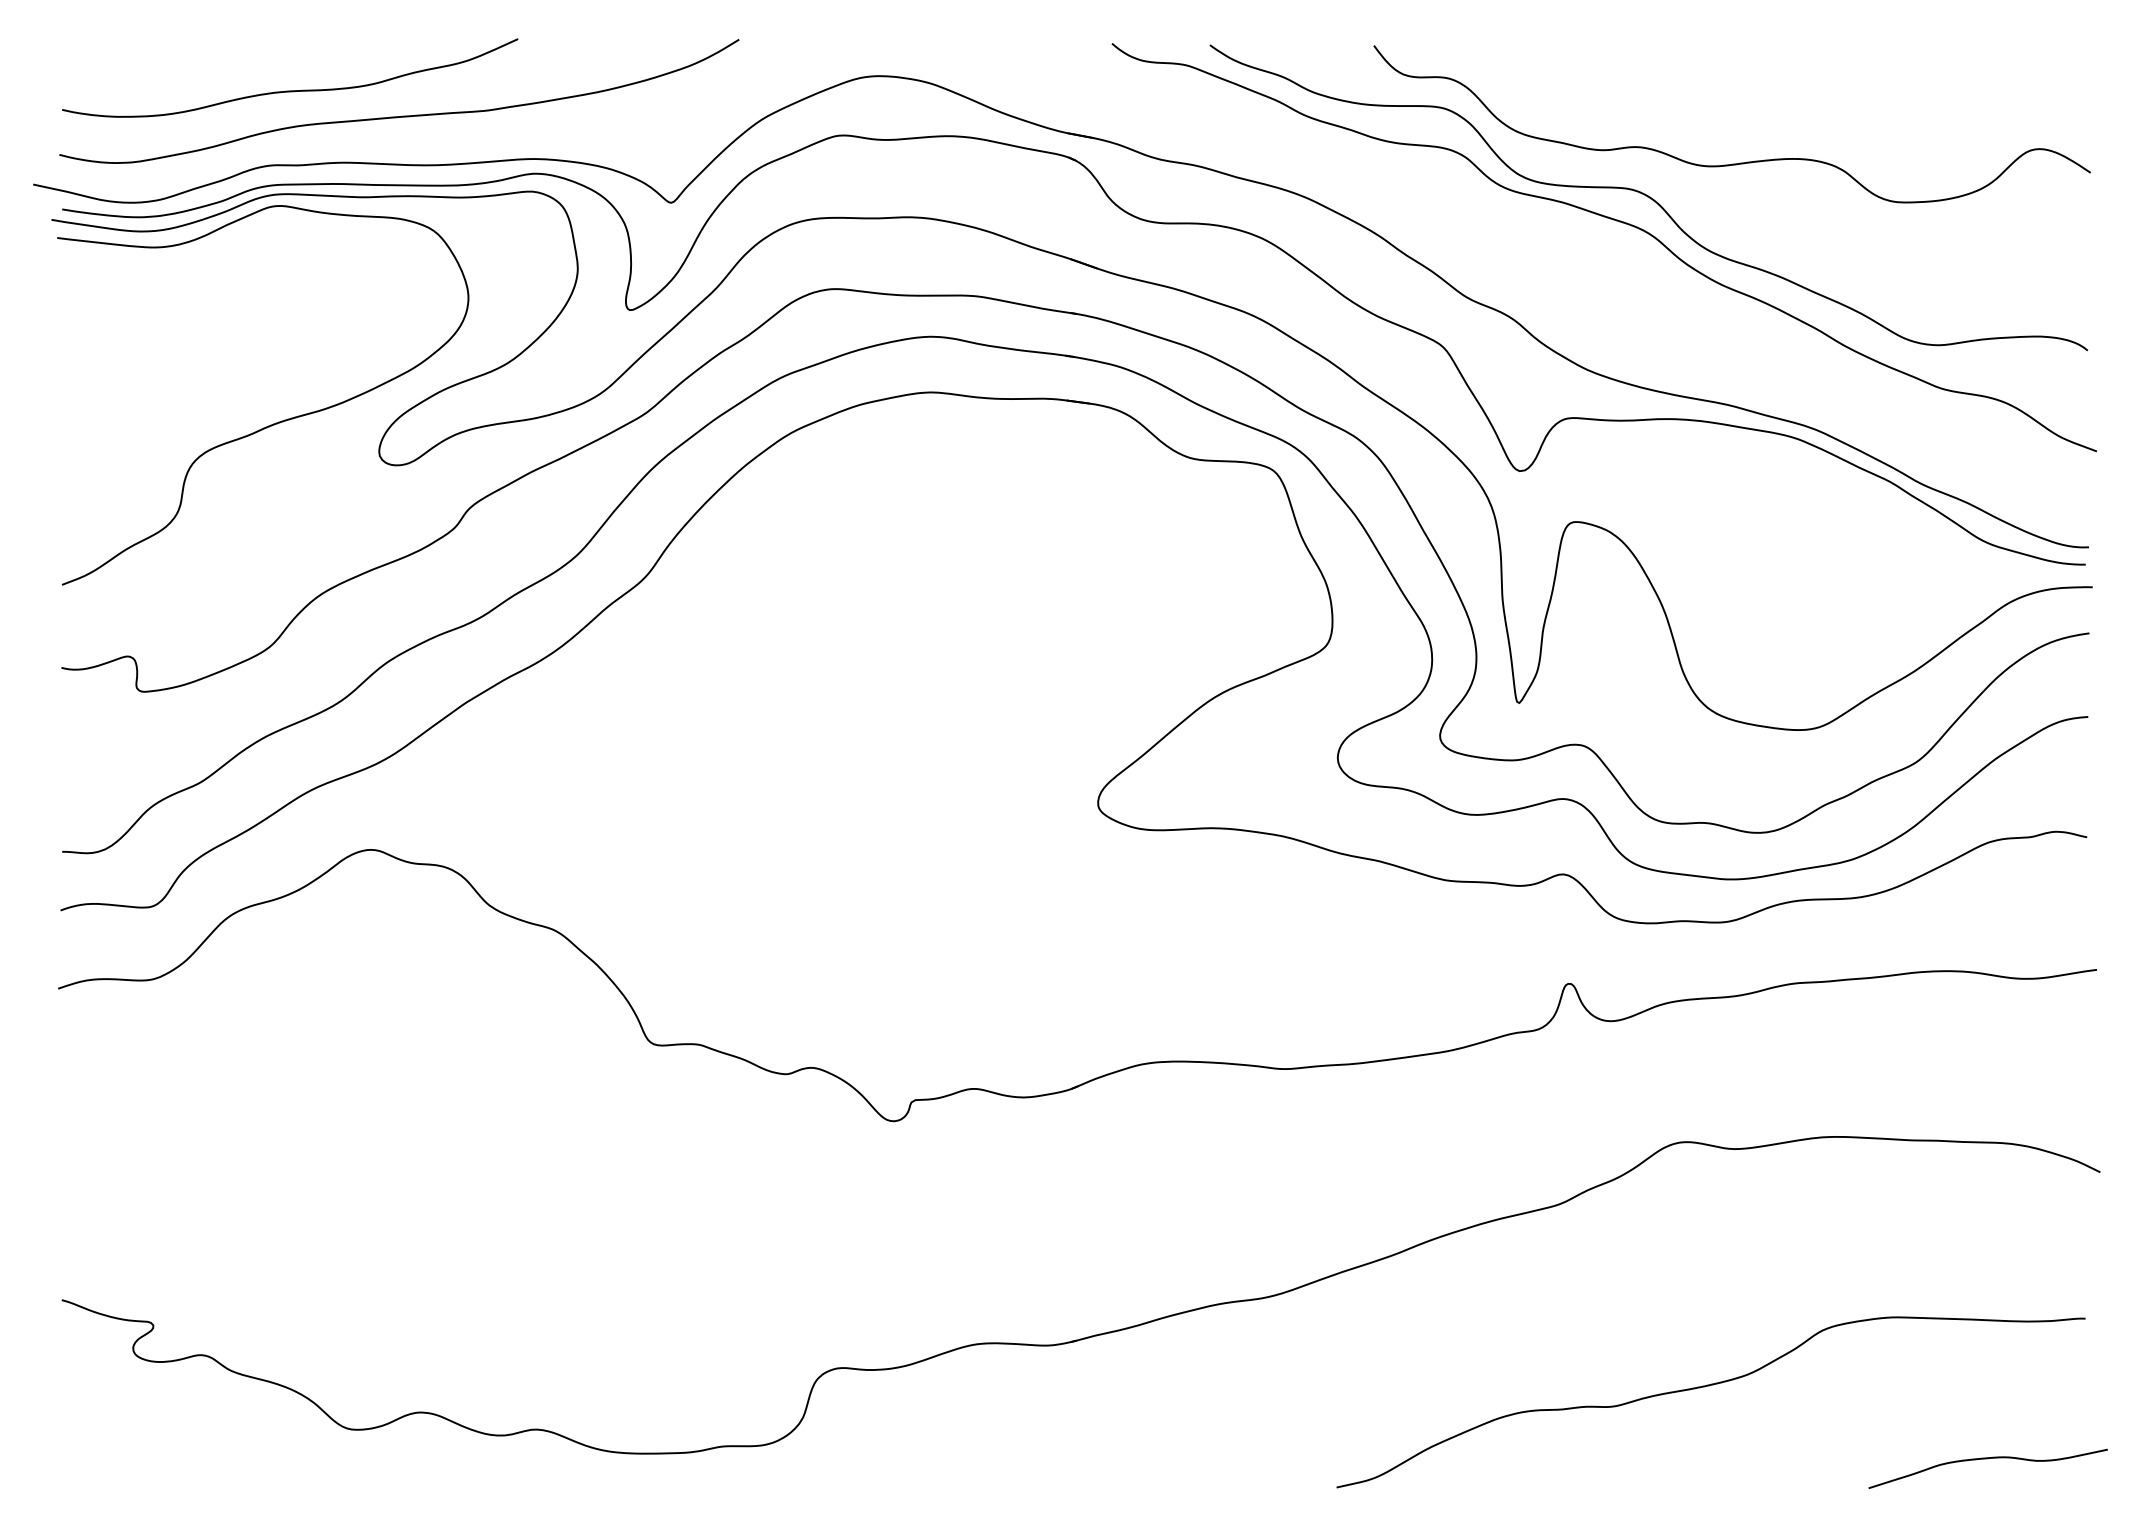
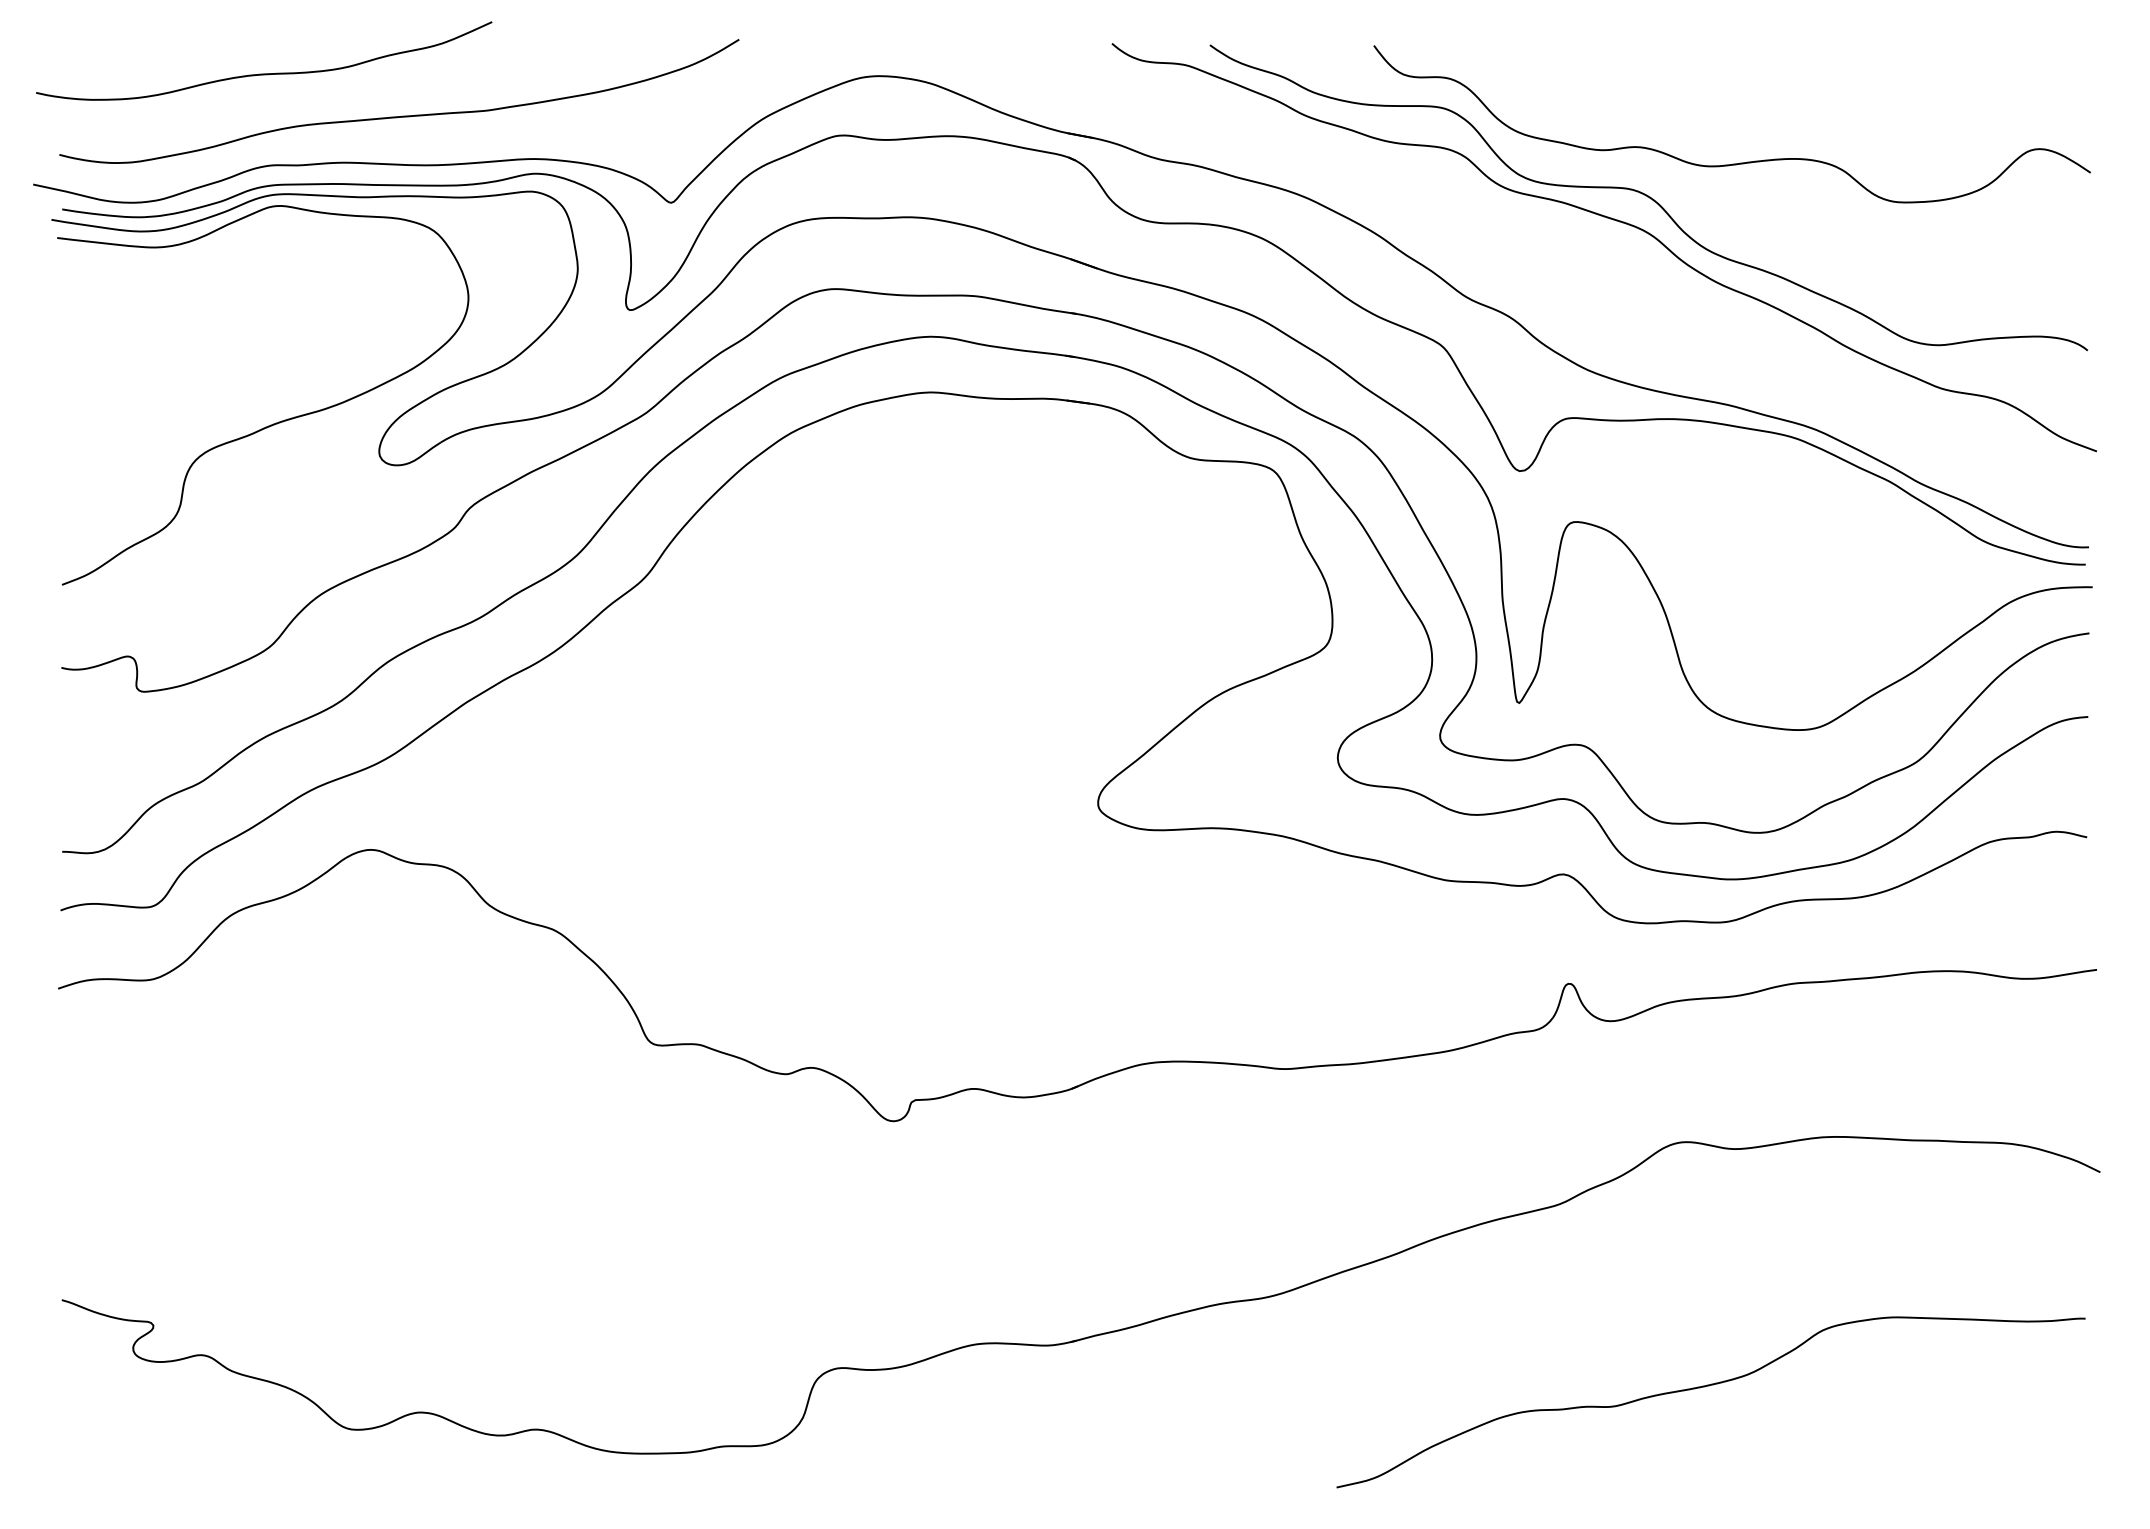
curve at (290, 90) position: (290, 90) -> (264, 73)
curve at (1987, 1459): present -> none
